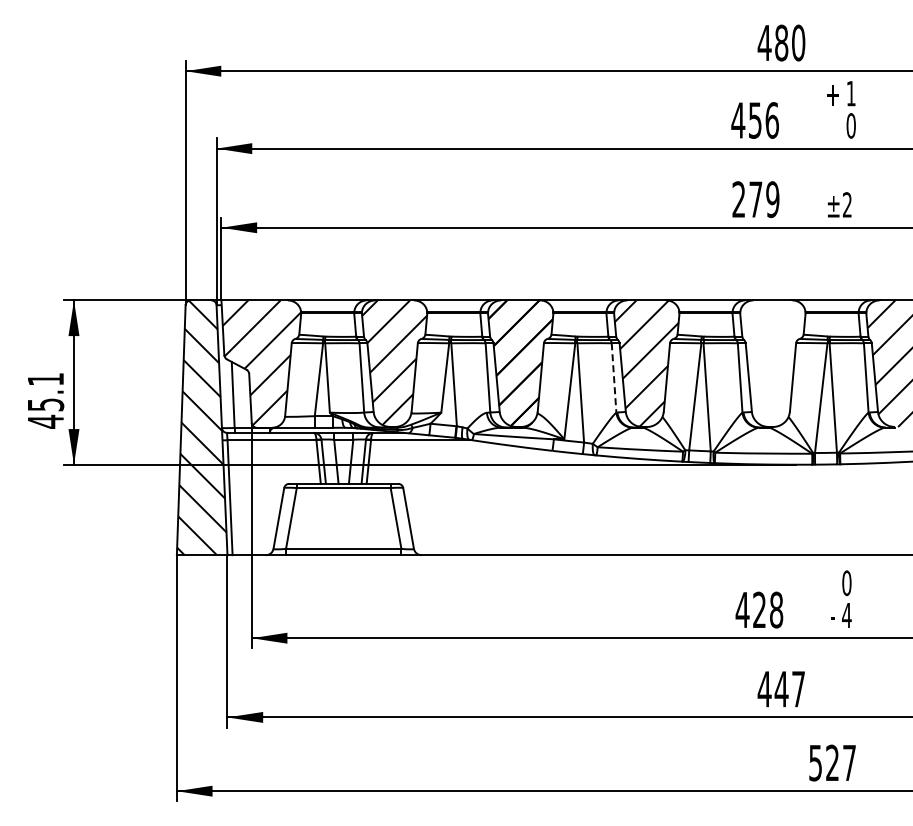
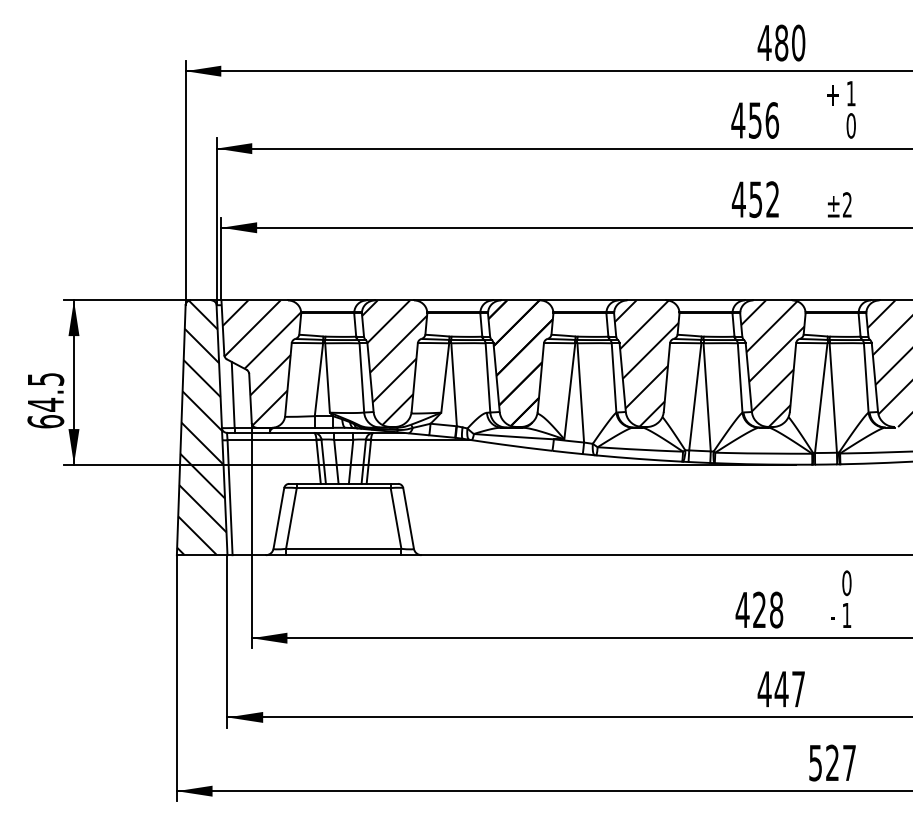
text at (755, 199): 279 -> 452
hatch at (772, 363): none -> present
line at (614, 377): dashed -> solid
text at (45, 400): 45.1 -> 64.5
text at (846, 615): 4 -> 1
